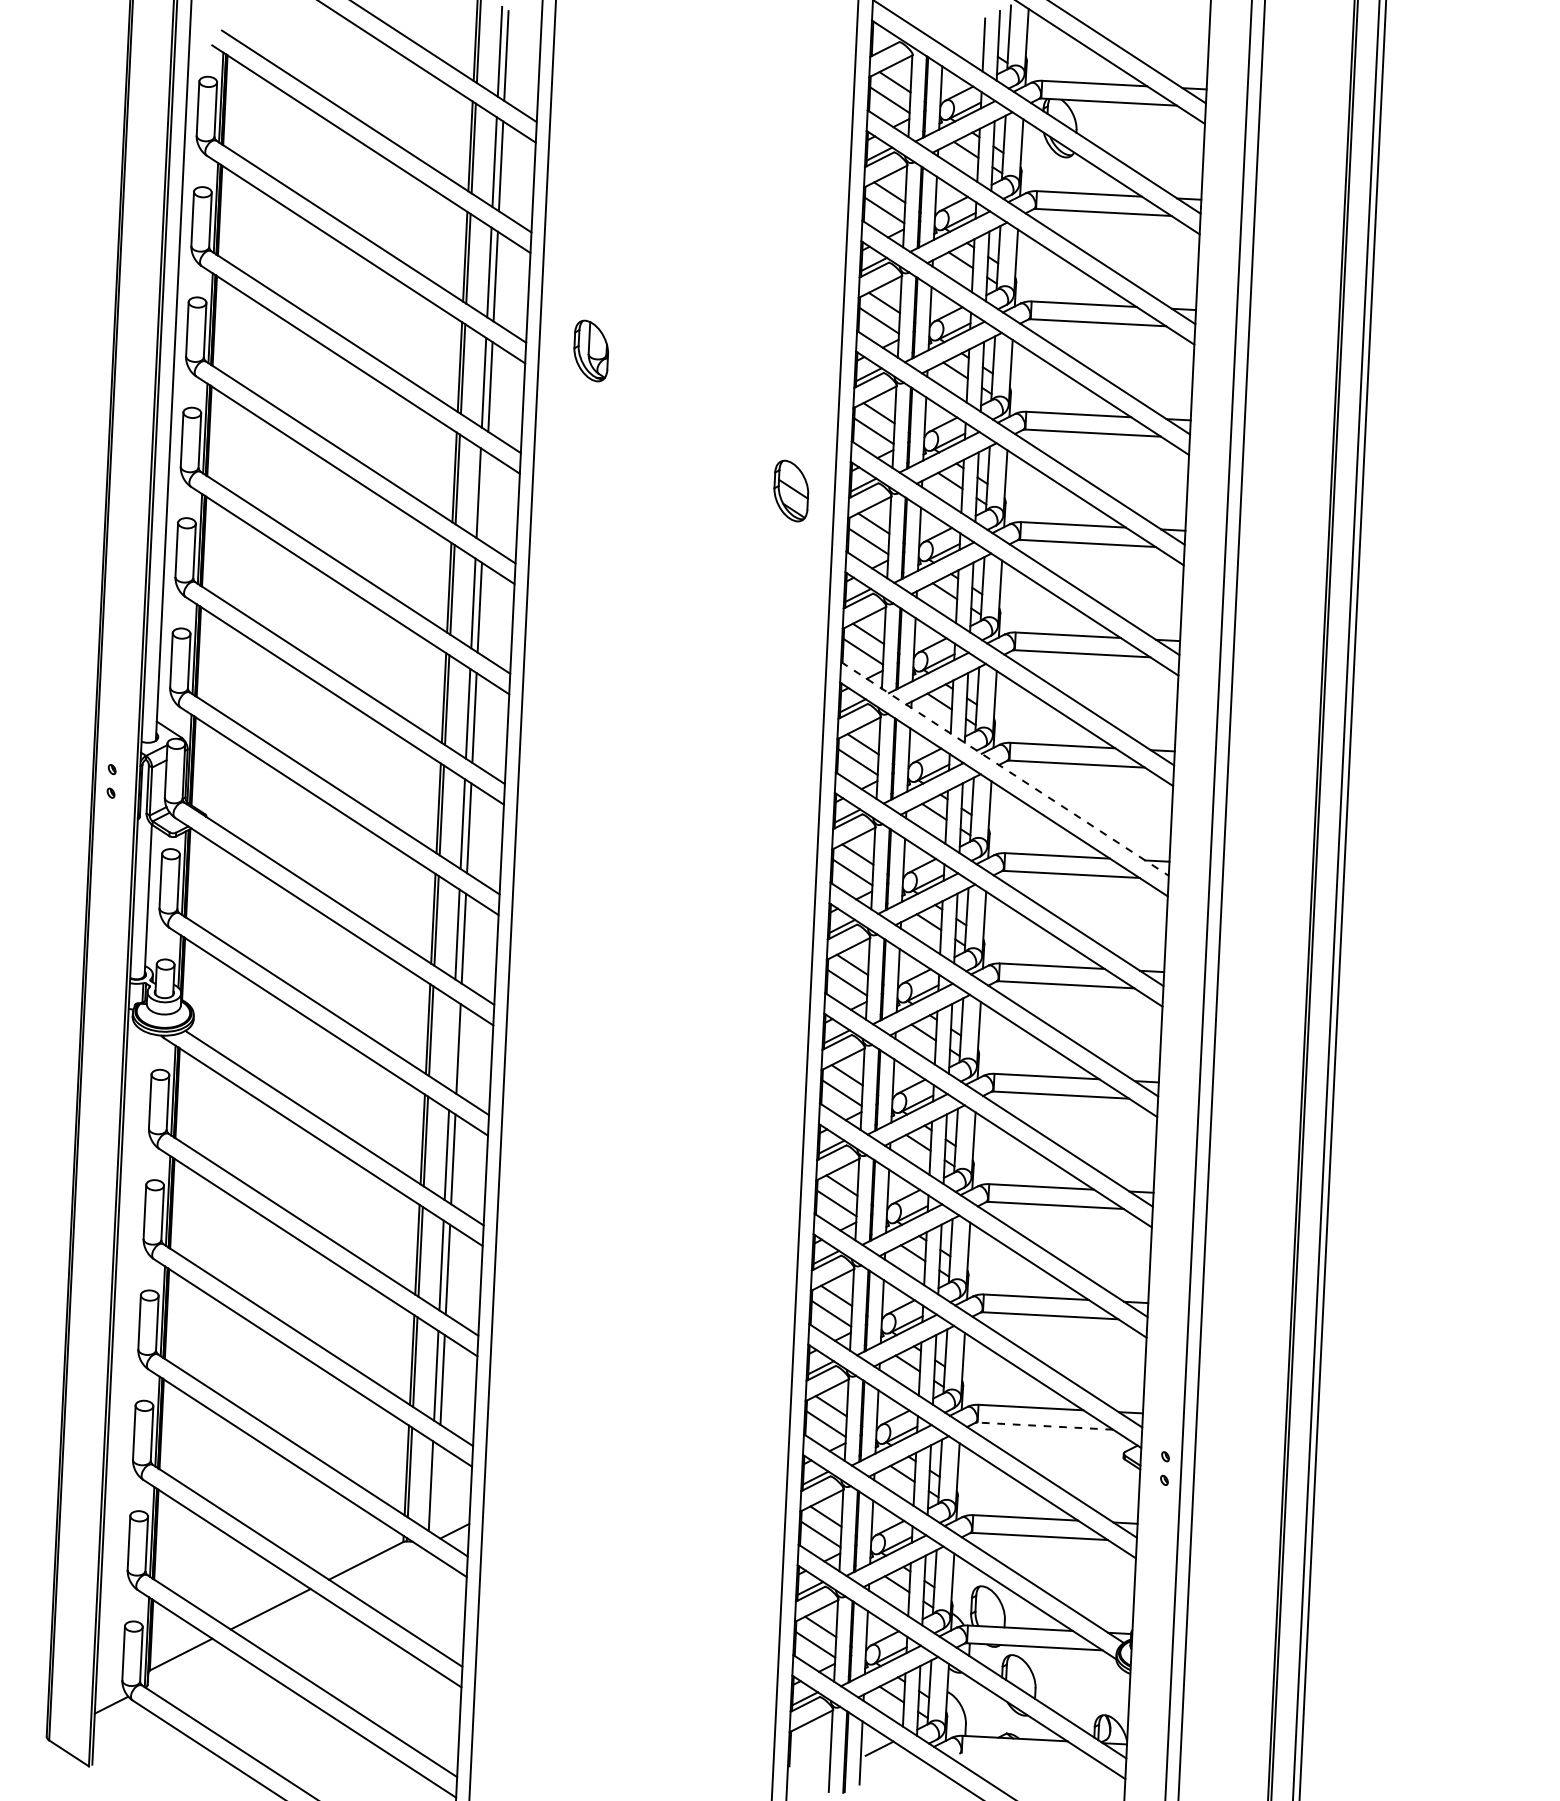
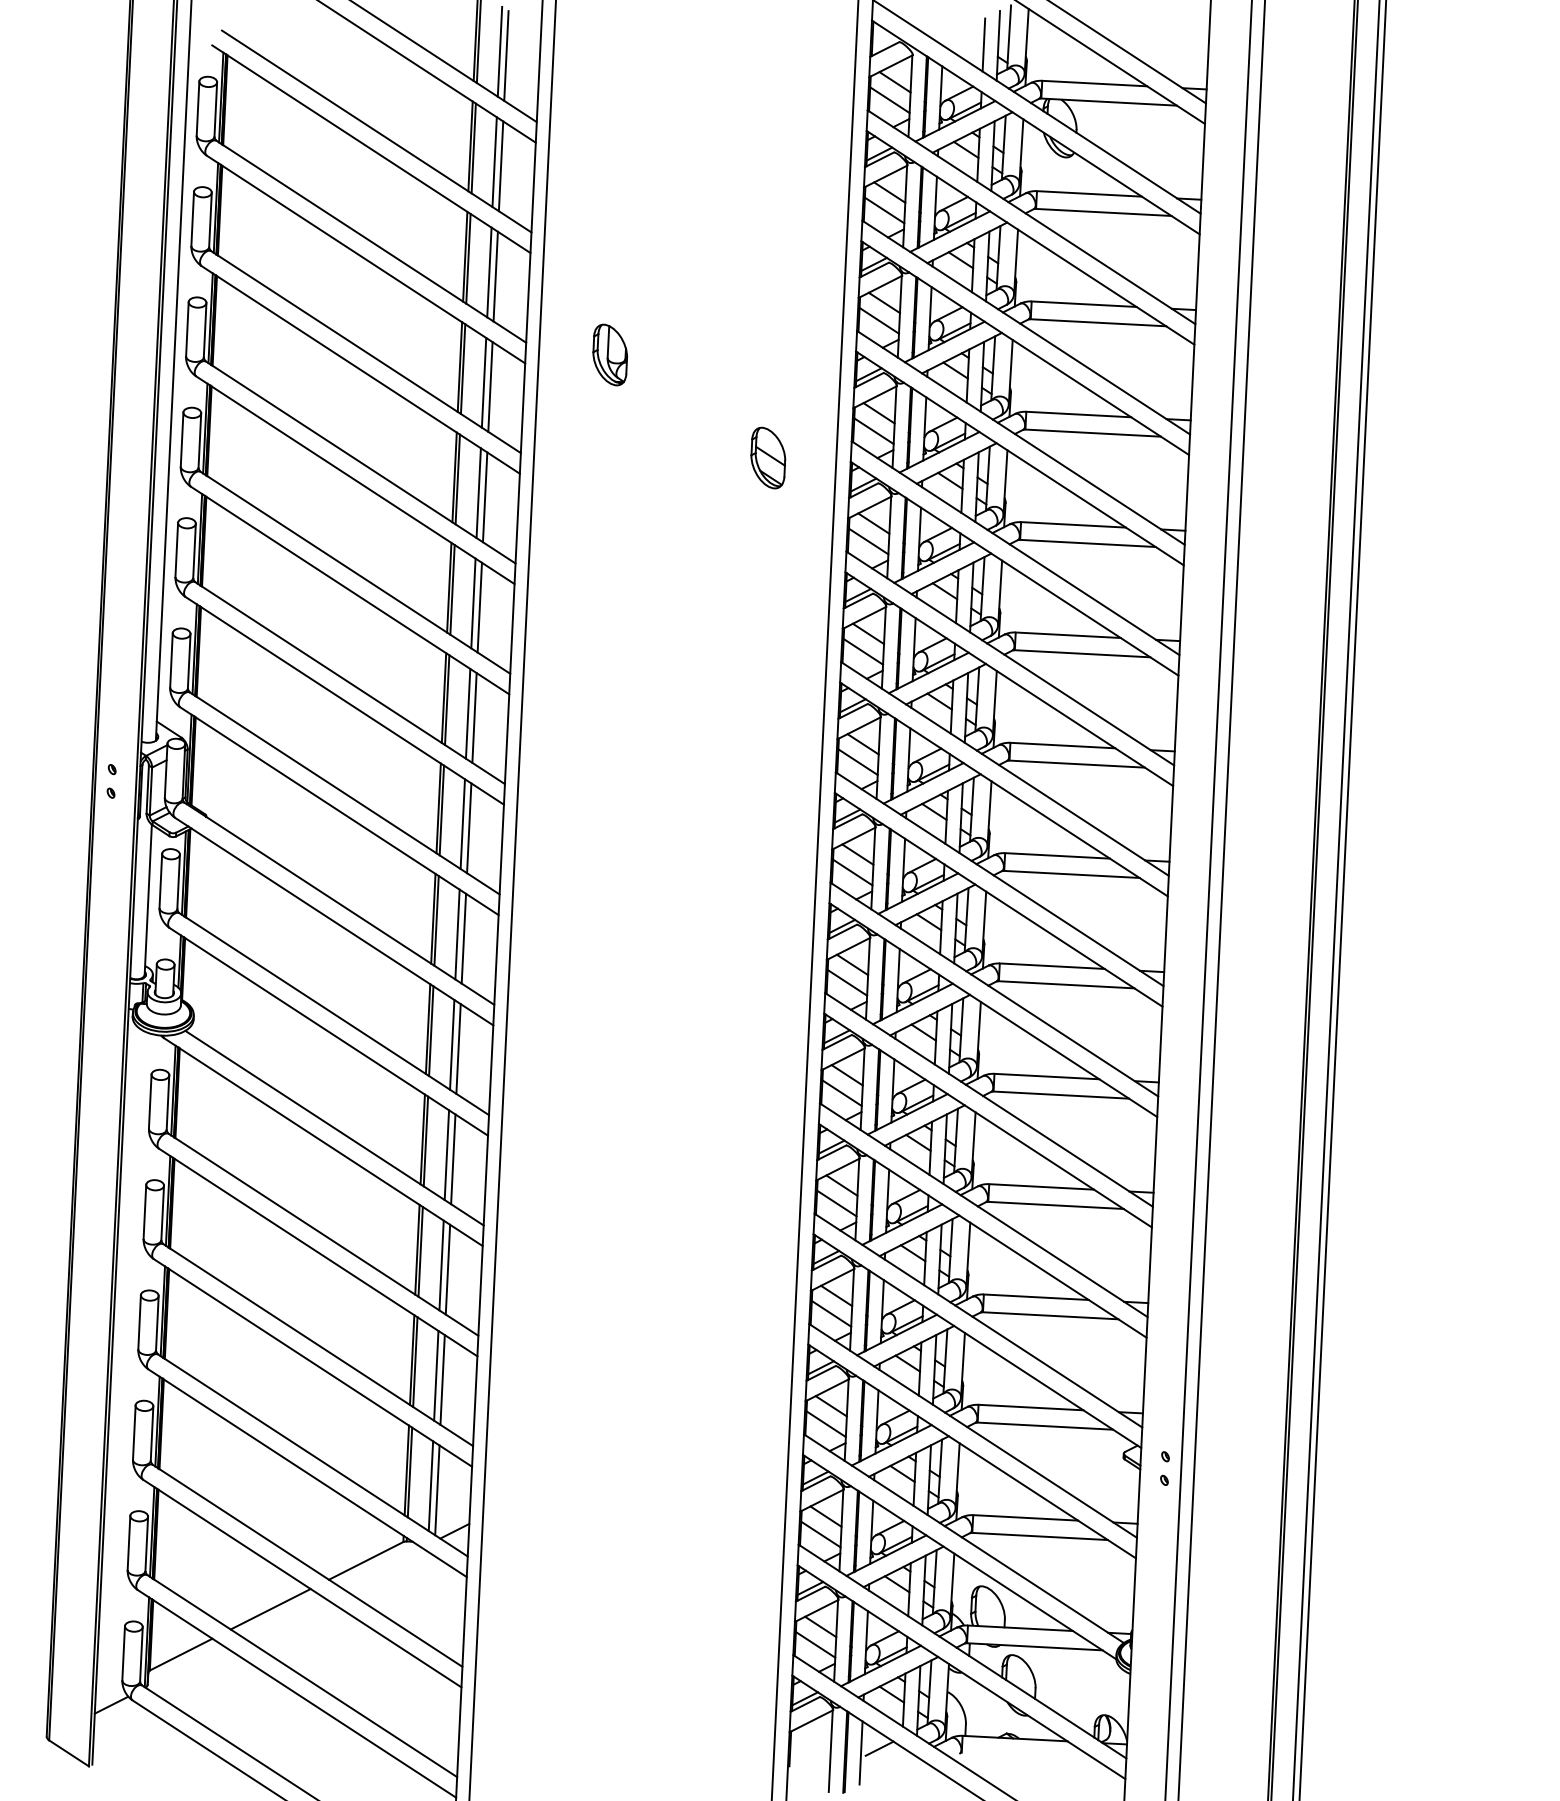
part at (591, 350) position: (591, 350) -> (610, 354)
part at (791, 490) position: (791, 490) -> (768, 457)
line at (484, 497): none -> present
line at (1004, 768): dashed -> solid
line at (452, 1044): none -> present
line at (1045, 1426): dashed -> solid
line at (437, 1490): none -> present
